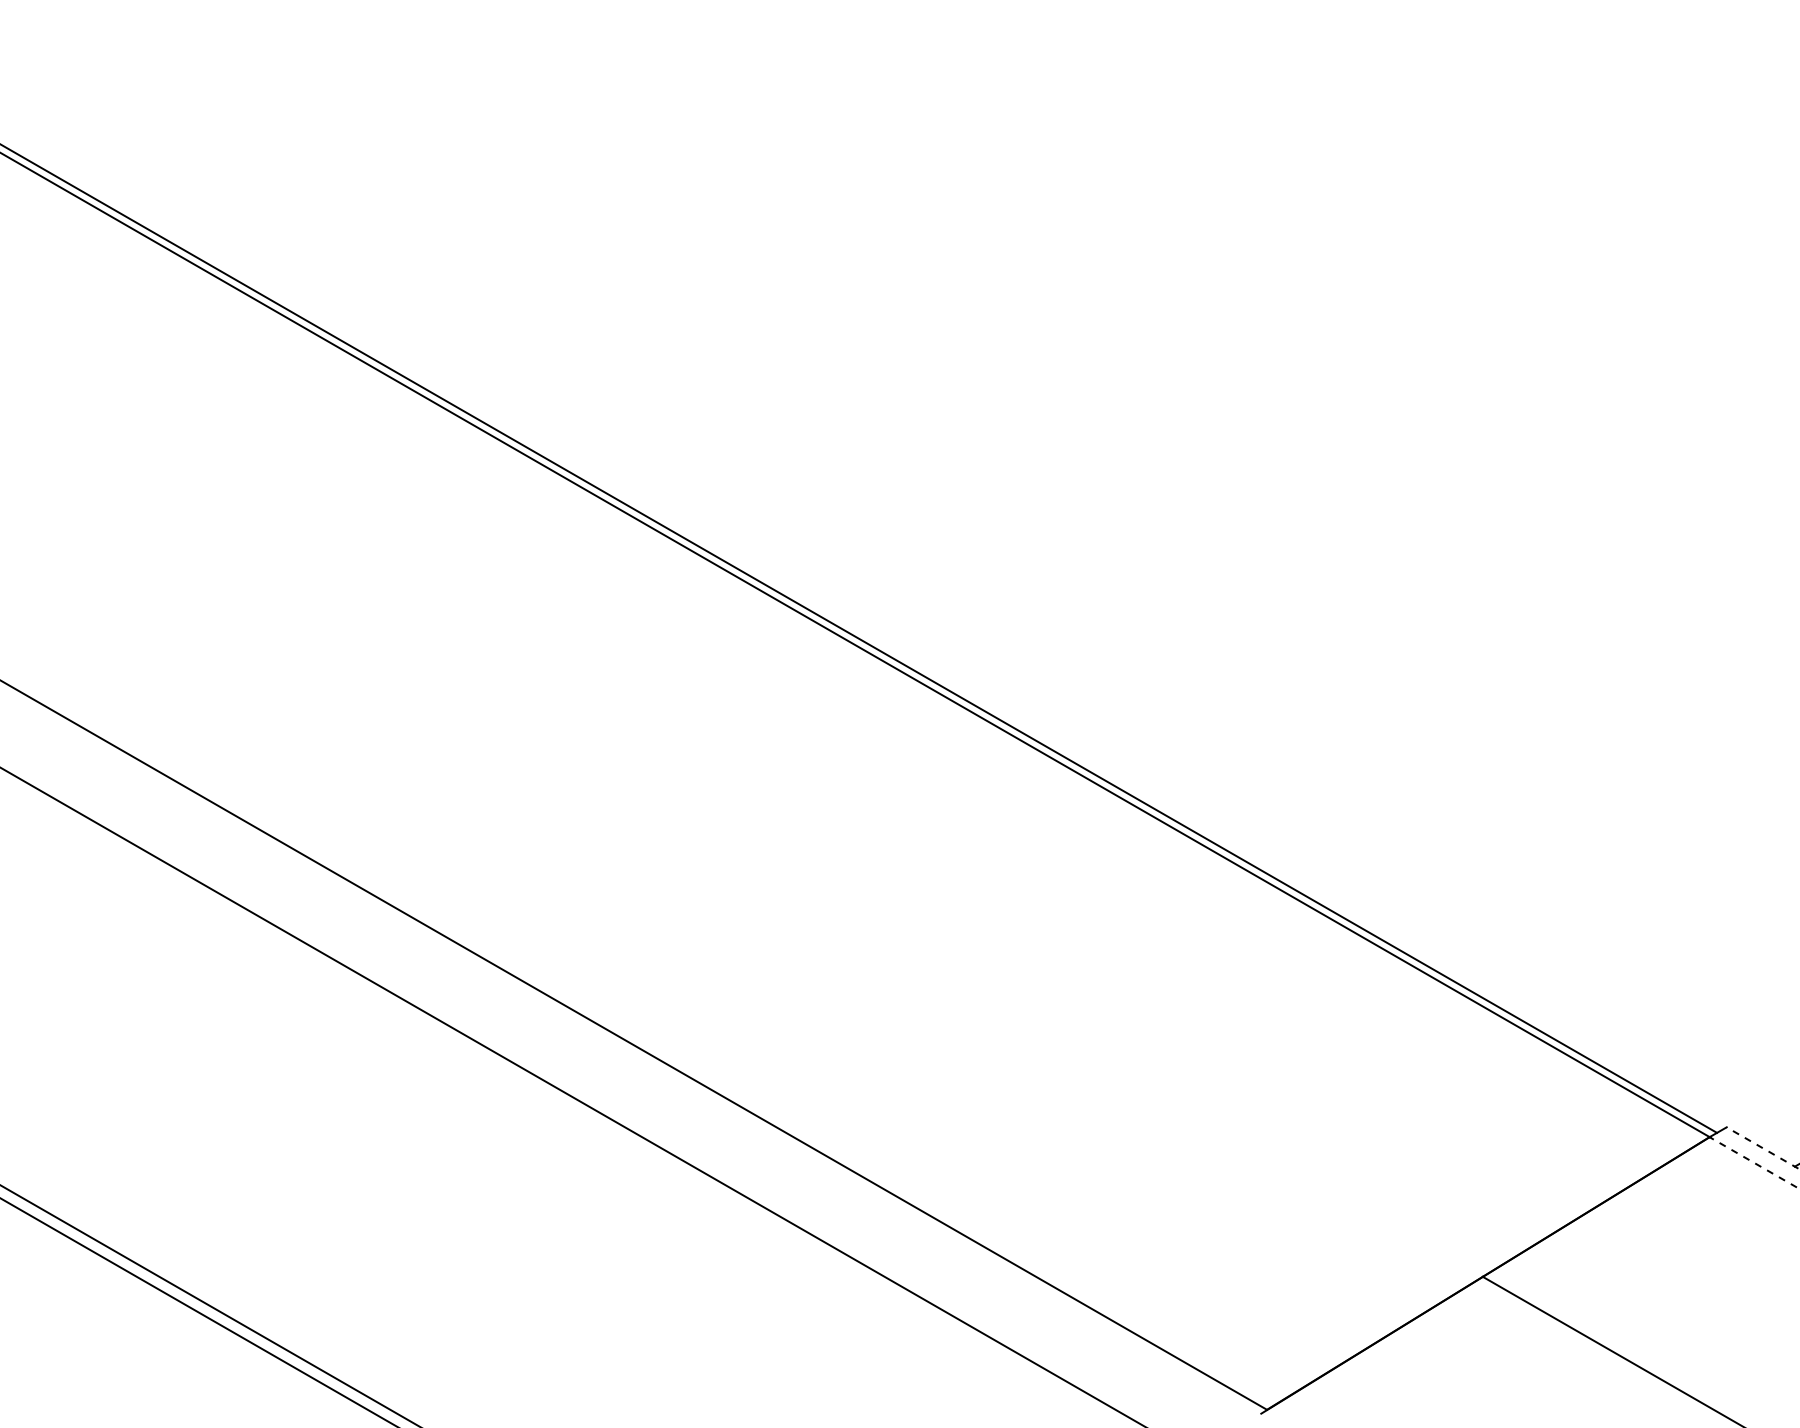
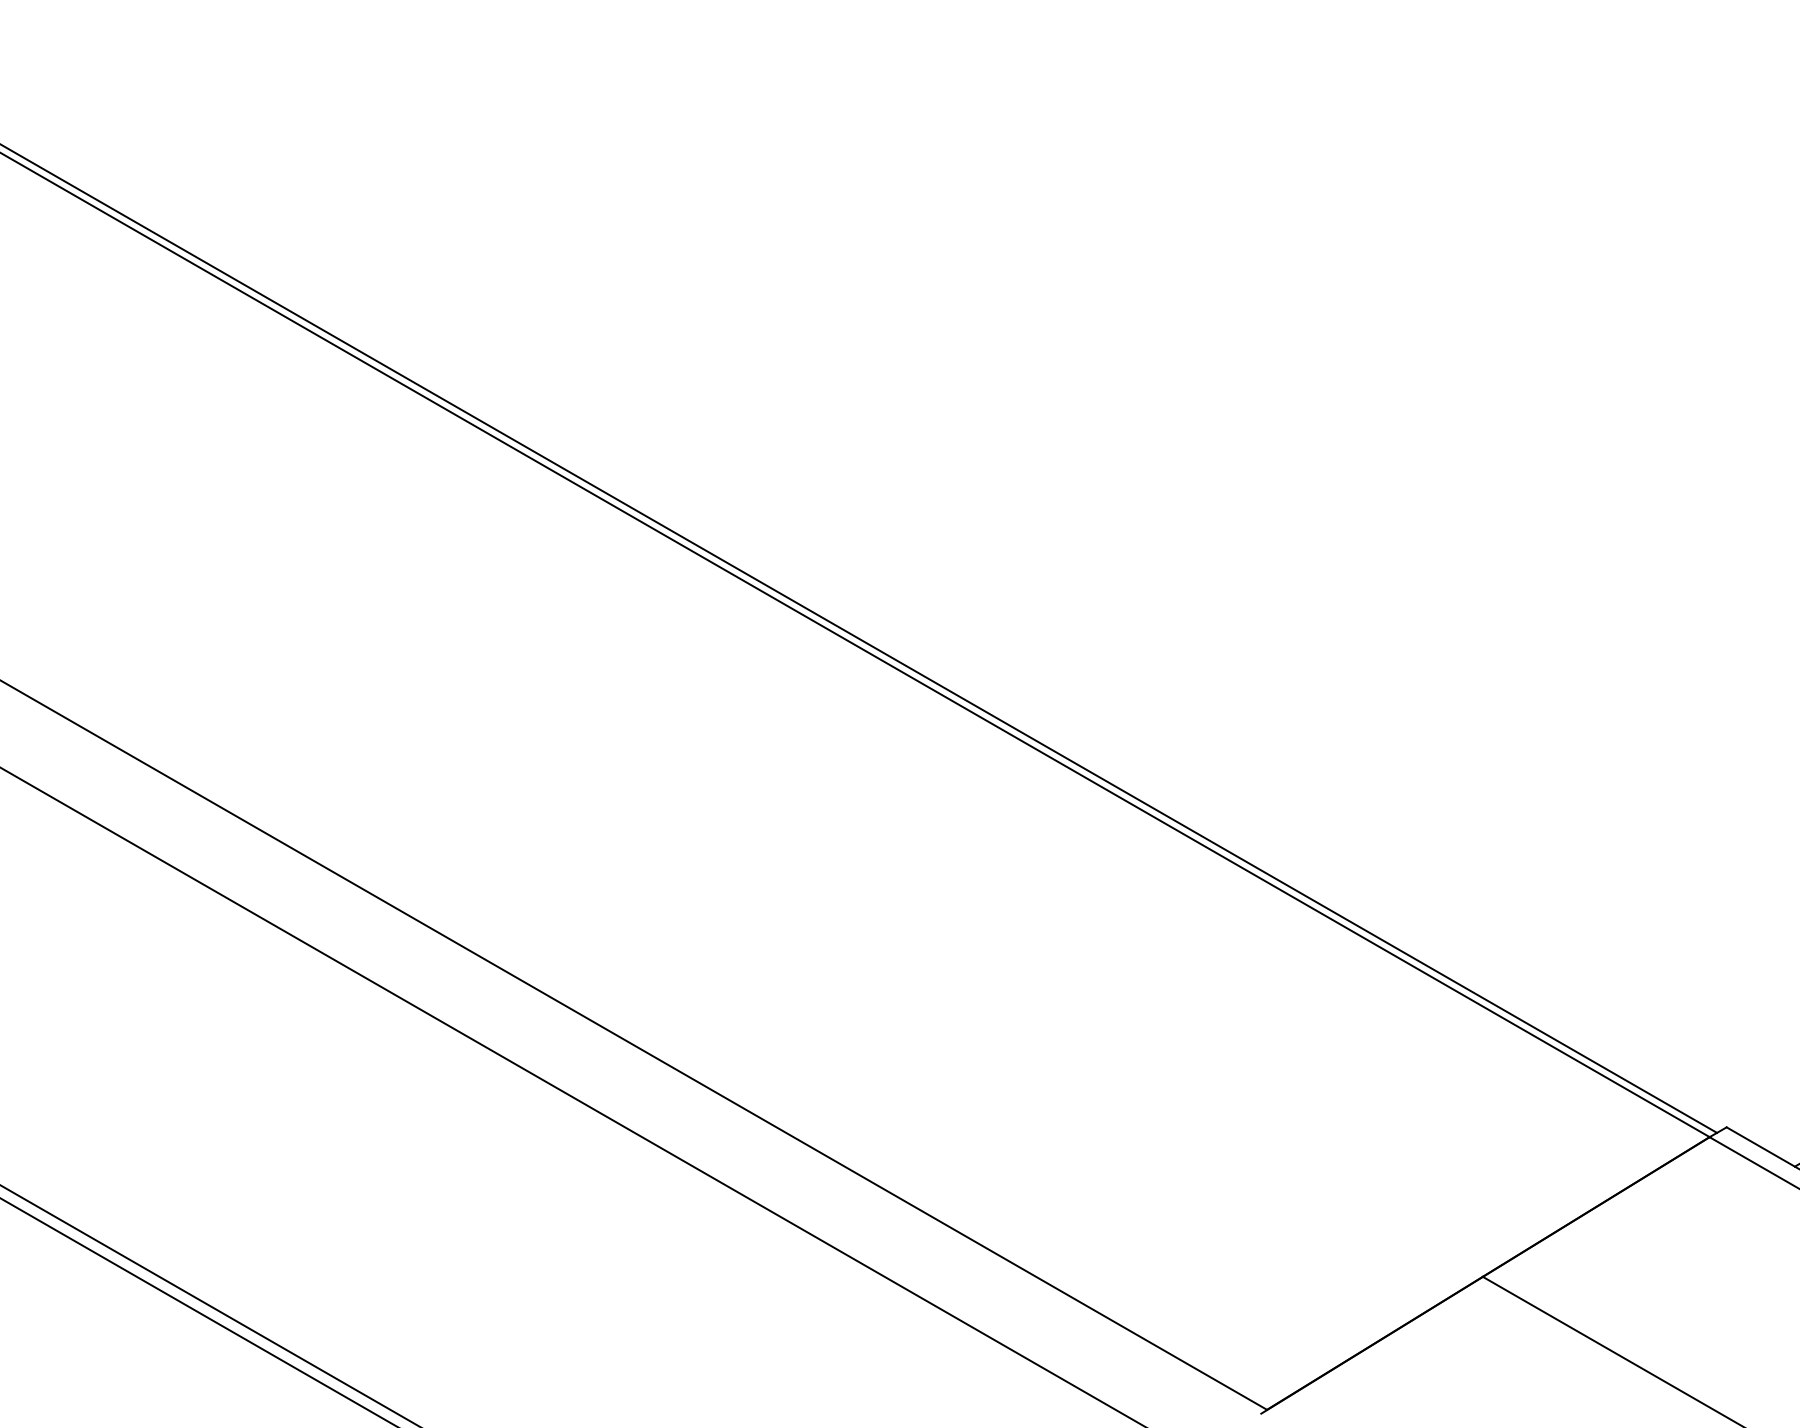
line at (1763, 1148): dashed -> solid
line at (1754, 1163): dashed -> solid
